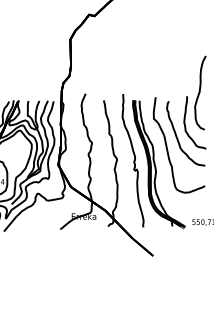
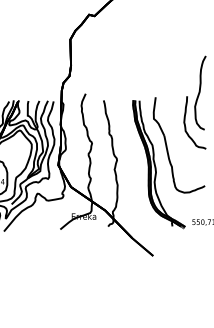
curve at (177, 136): present -> none
part at (132, 160): present -> none
